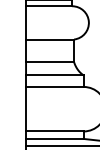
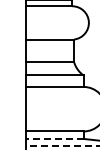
line at (54, 138): solid -> dashed
line at (62, 145): solid -> dashed
